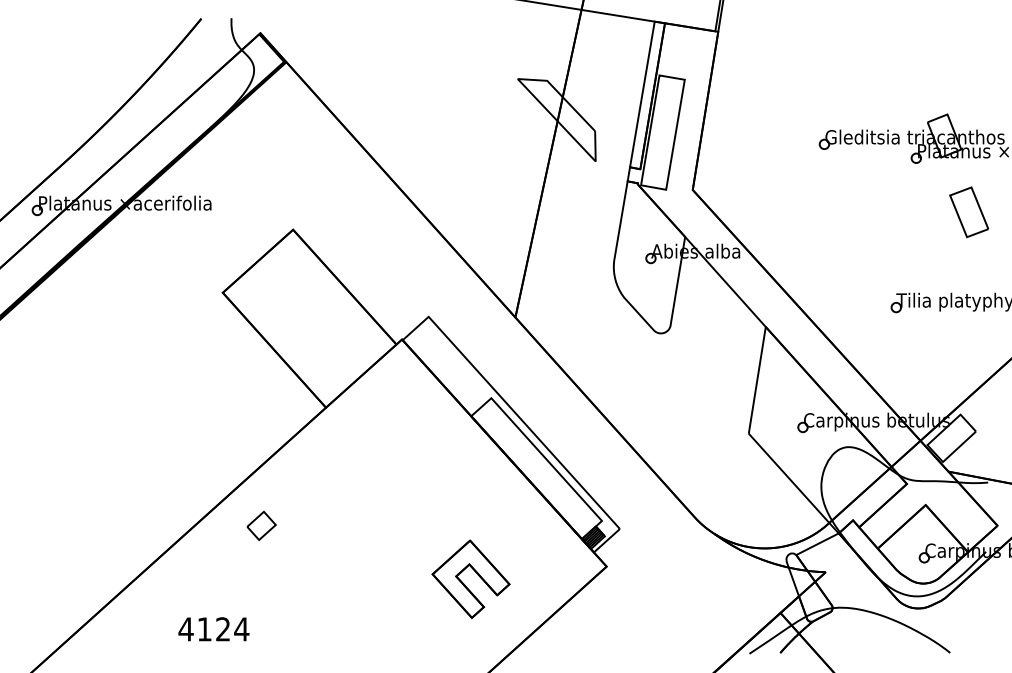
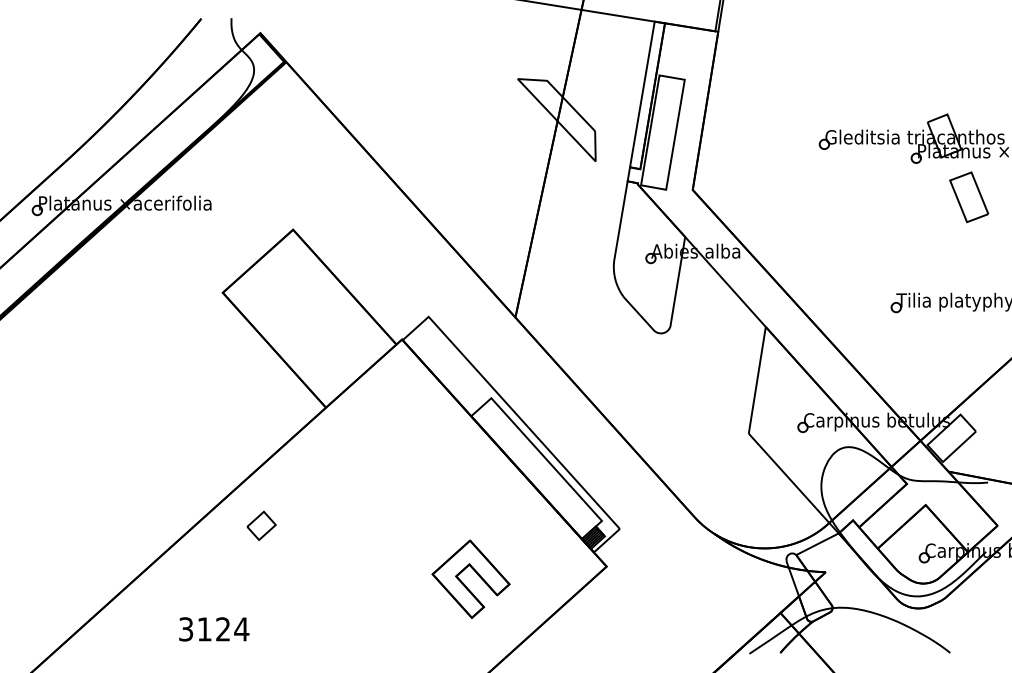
part at (969, 212) position: (969, 212) -> (969, 197)
text at (185, 629): 4124 -> 3124
